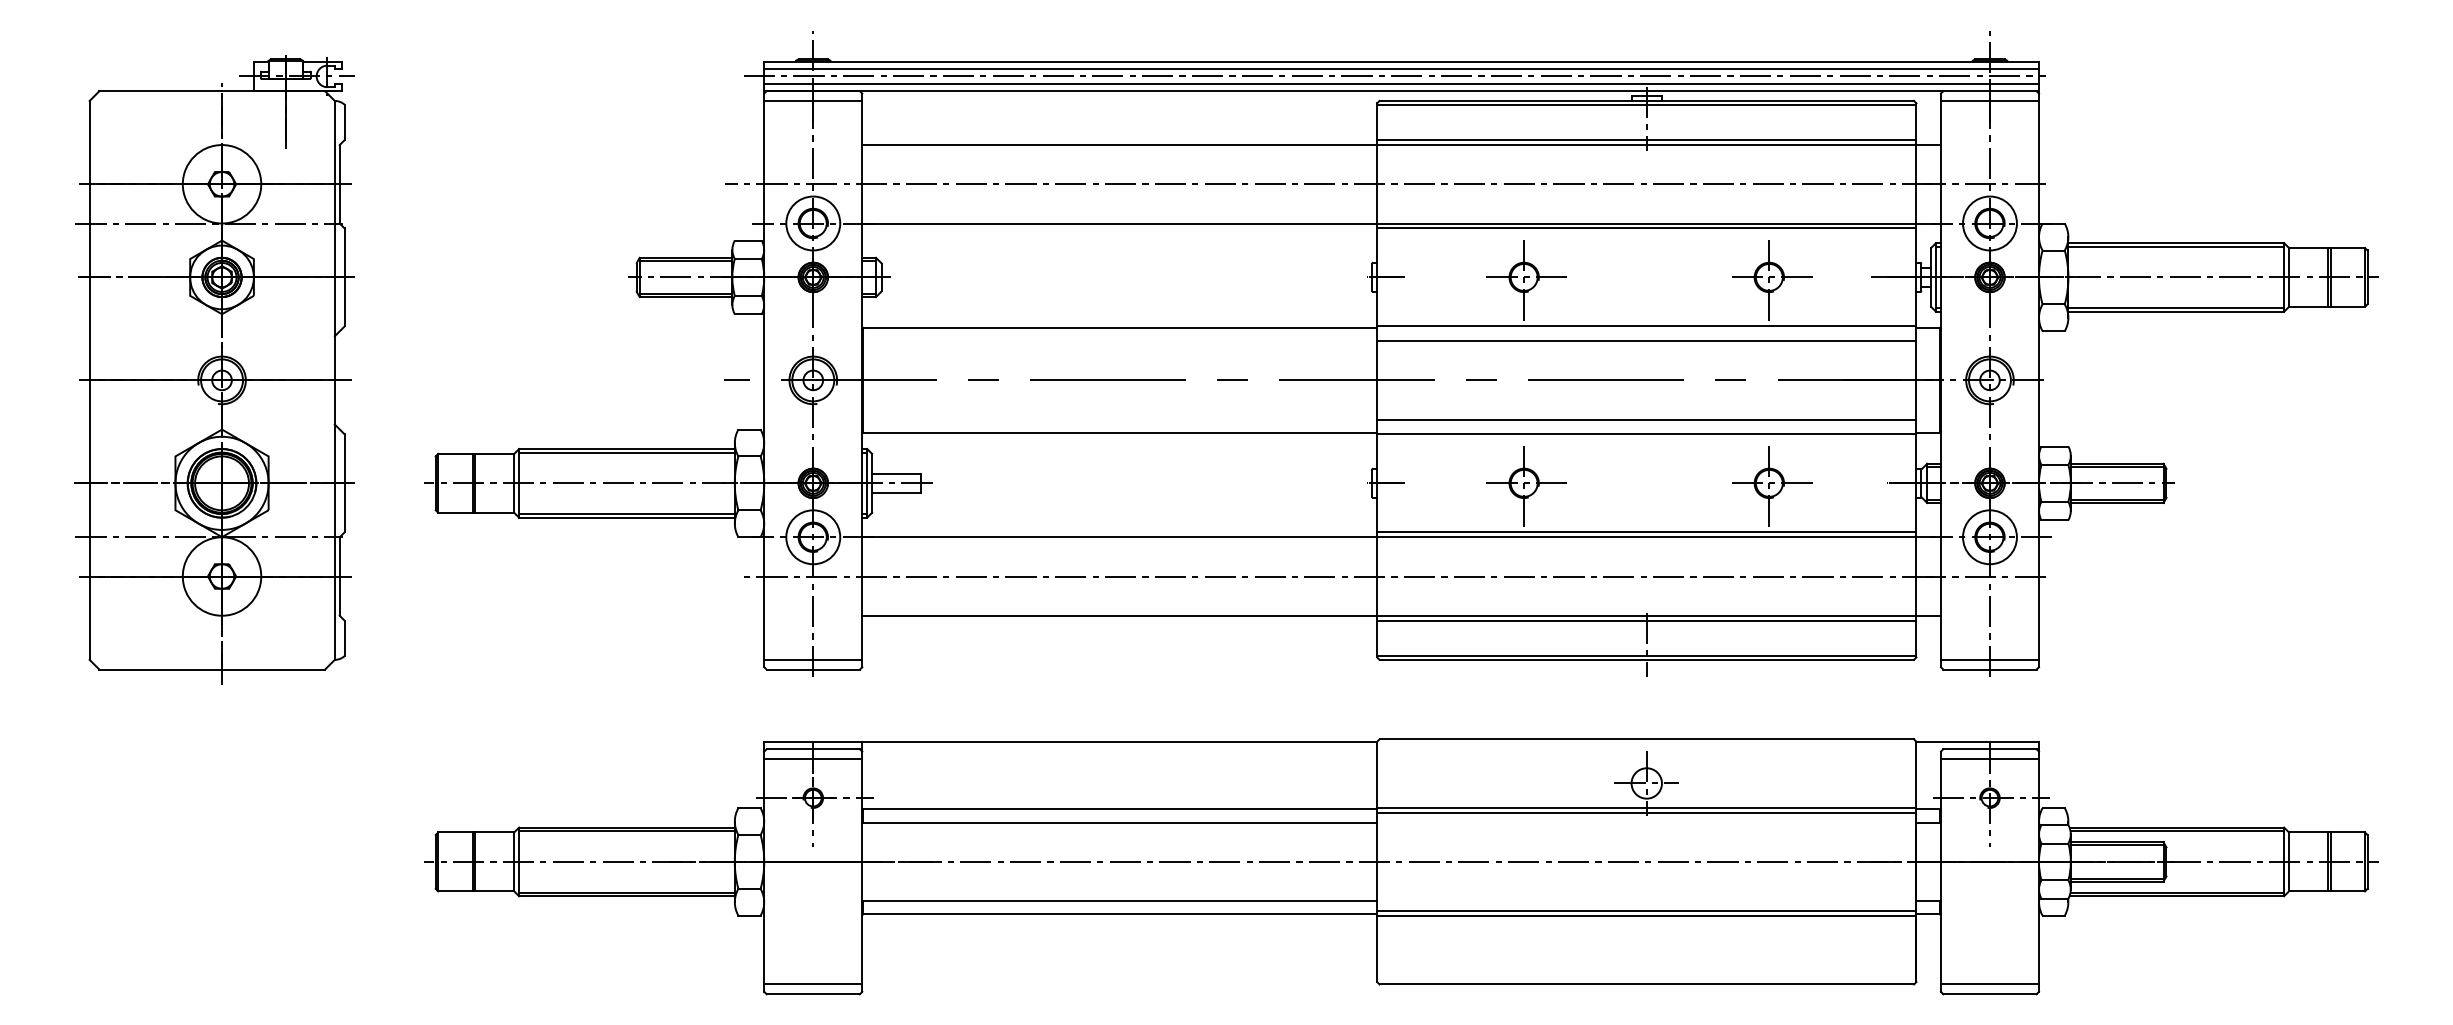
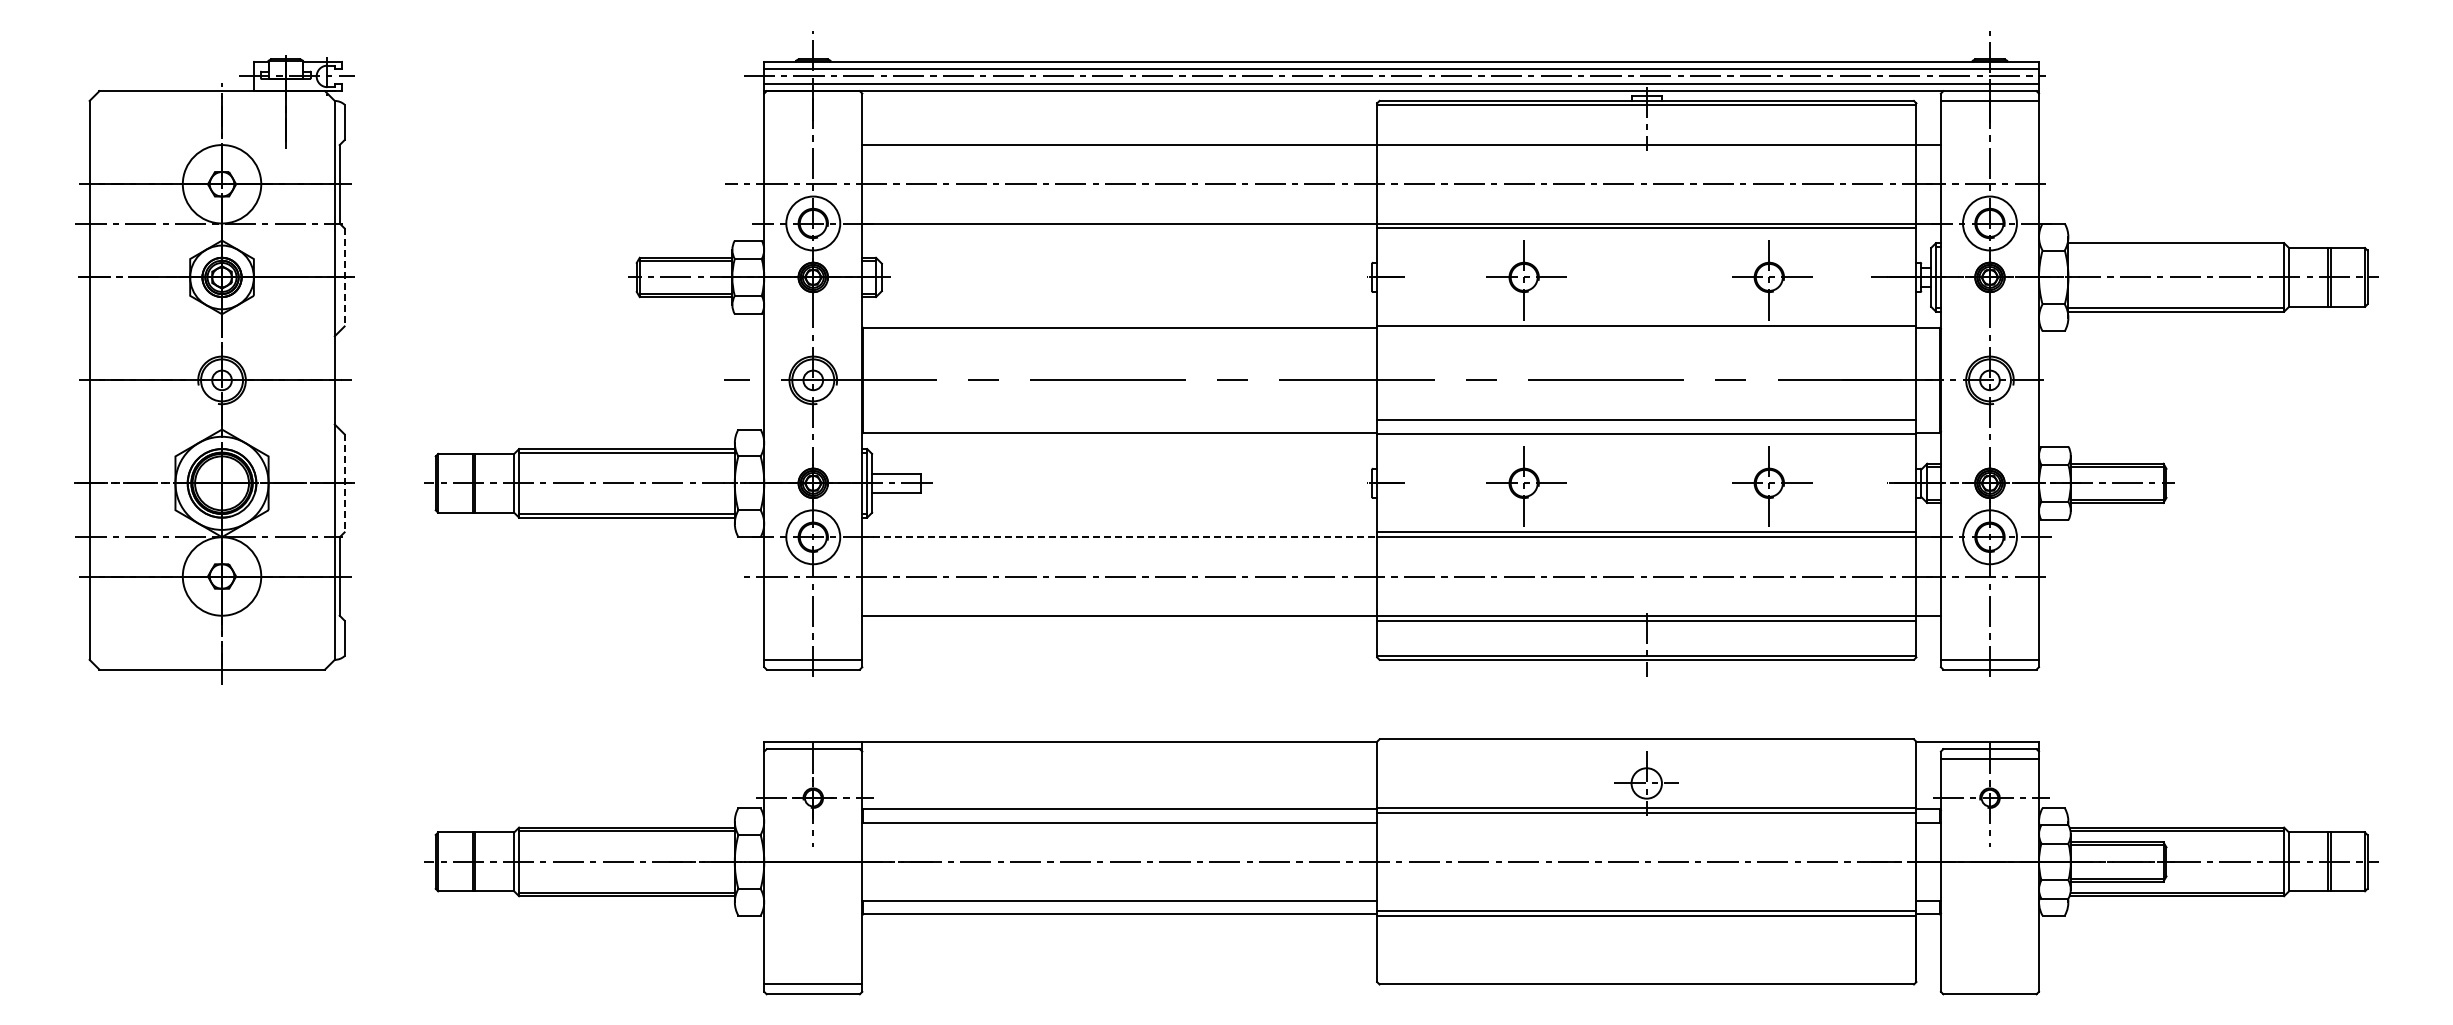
line at (813, 100): present -> none
line at (1646, 140): present -> none
line at (2176, 246): present -> none
line at (344, 277): solid -> dashed
line at (1646, 341): present -> none
line at (344, 483): solid -> dashed
line at (1120, 537): solid -> dashed
line at (813, 758): present -> none
line at (1989, 984): present -> none
